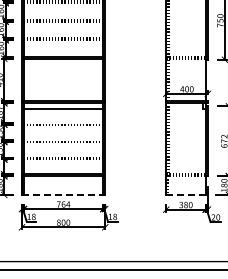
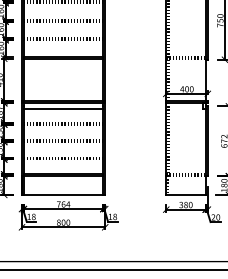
line at (63, 122): none -> present
line at (63, 140): none -> present
line at (63, 194): dashed -> solid
line at (186, 194): dashed -> solid
